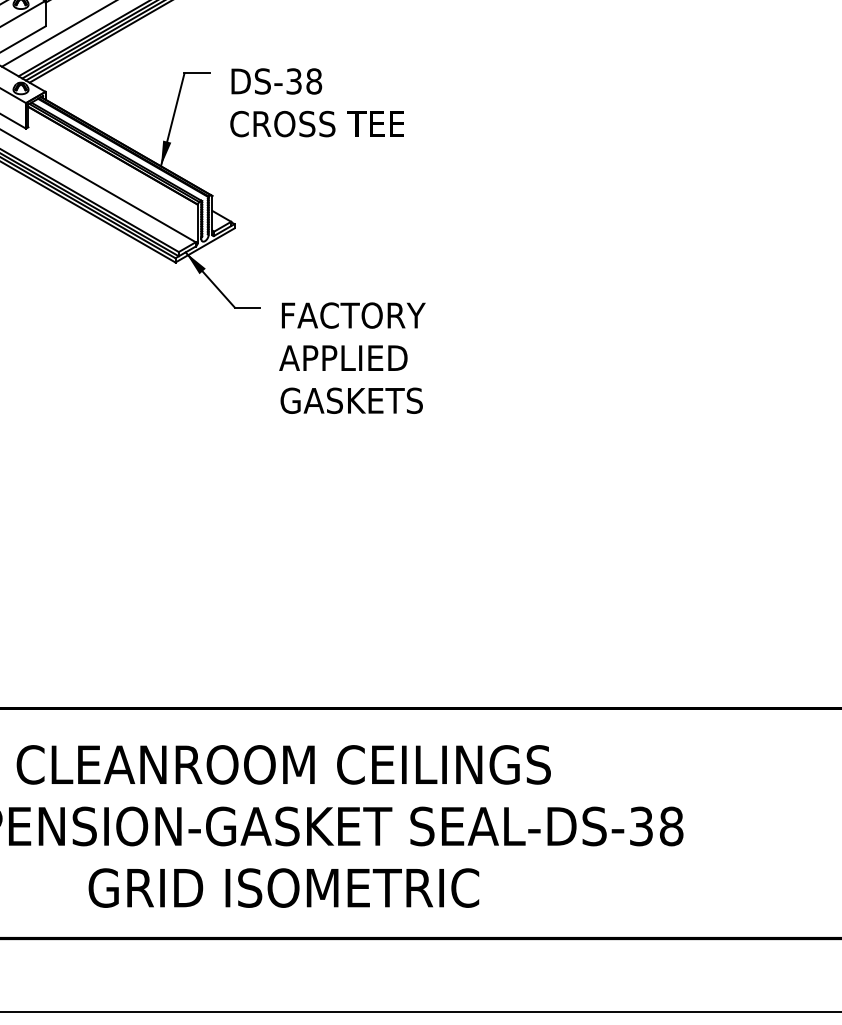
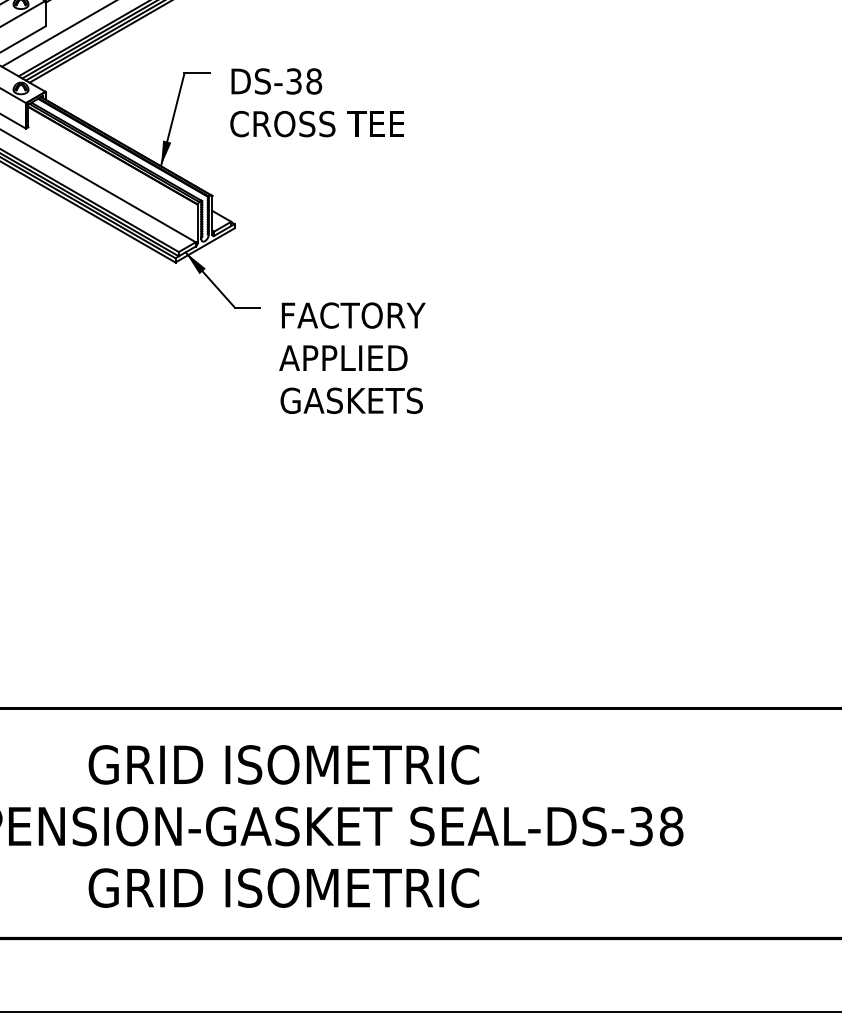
text at (283, 764): CLEANROOM CEILINGS -> GRID ISOMETRIC
